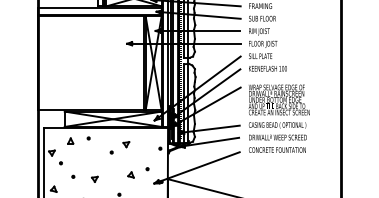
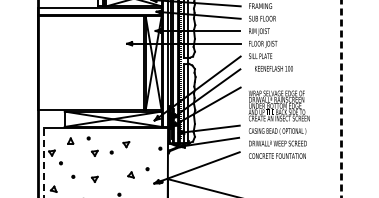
text at (267, 68) position: (267, 68) -> (273, 68)
line at (341, 98): solid -> dashed
text at (278, 118) position: (278, 118) -> (278, 124)
part at (94, 152): none -> present
line at (43, 163): solid -> dashed
